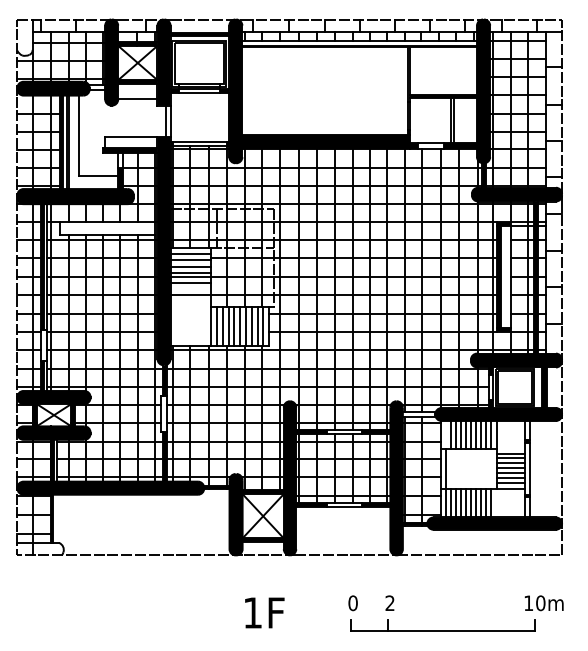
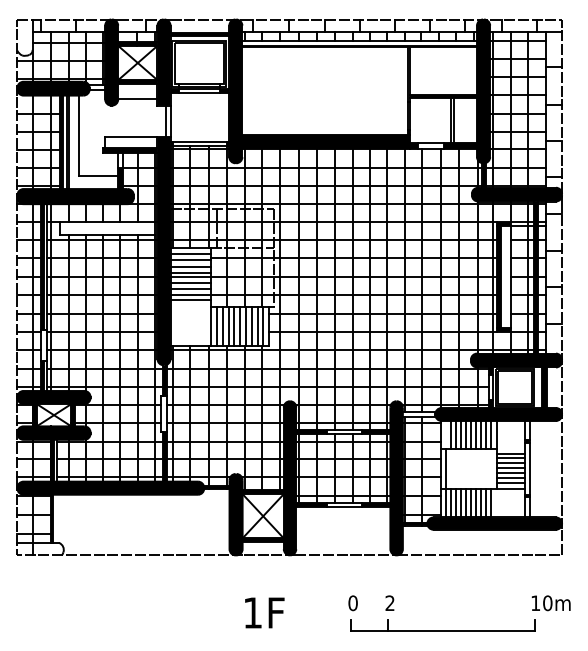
line at (190, 289): none -> present
line at (190, 300): none -> present
text at (543, 603) position: (543, 603) -> (550, 603)
